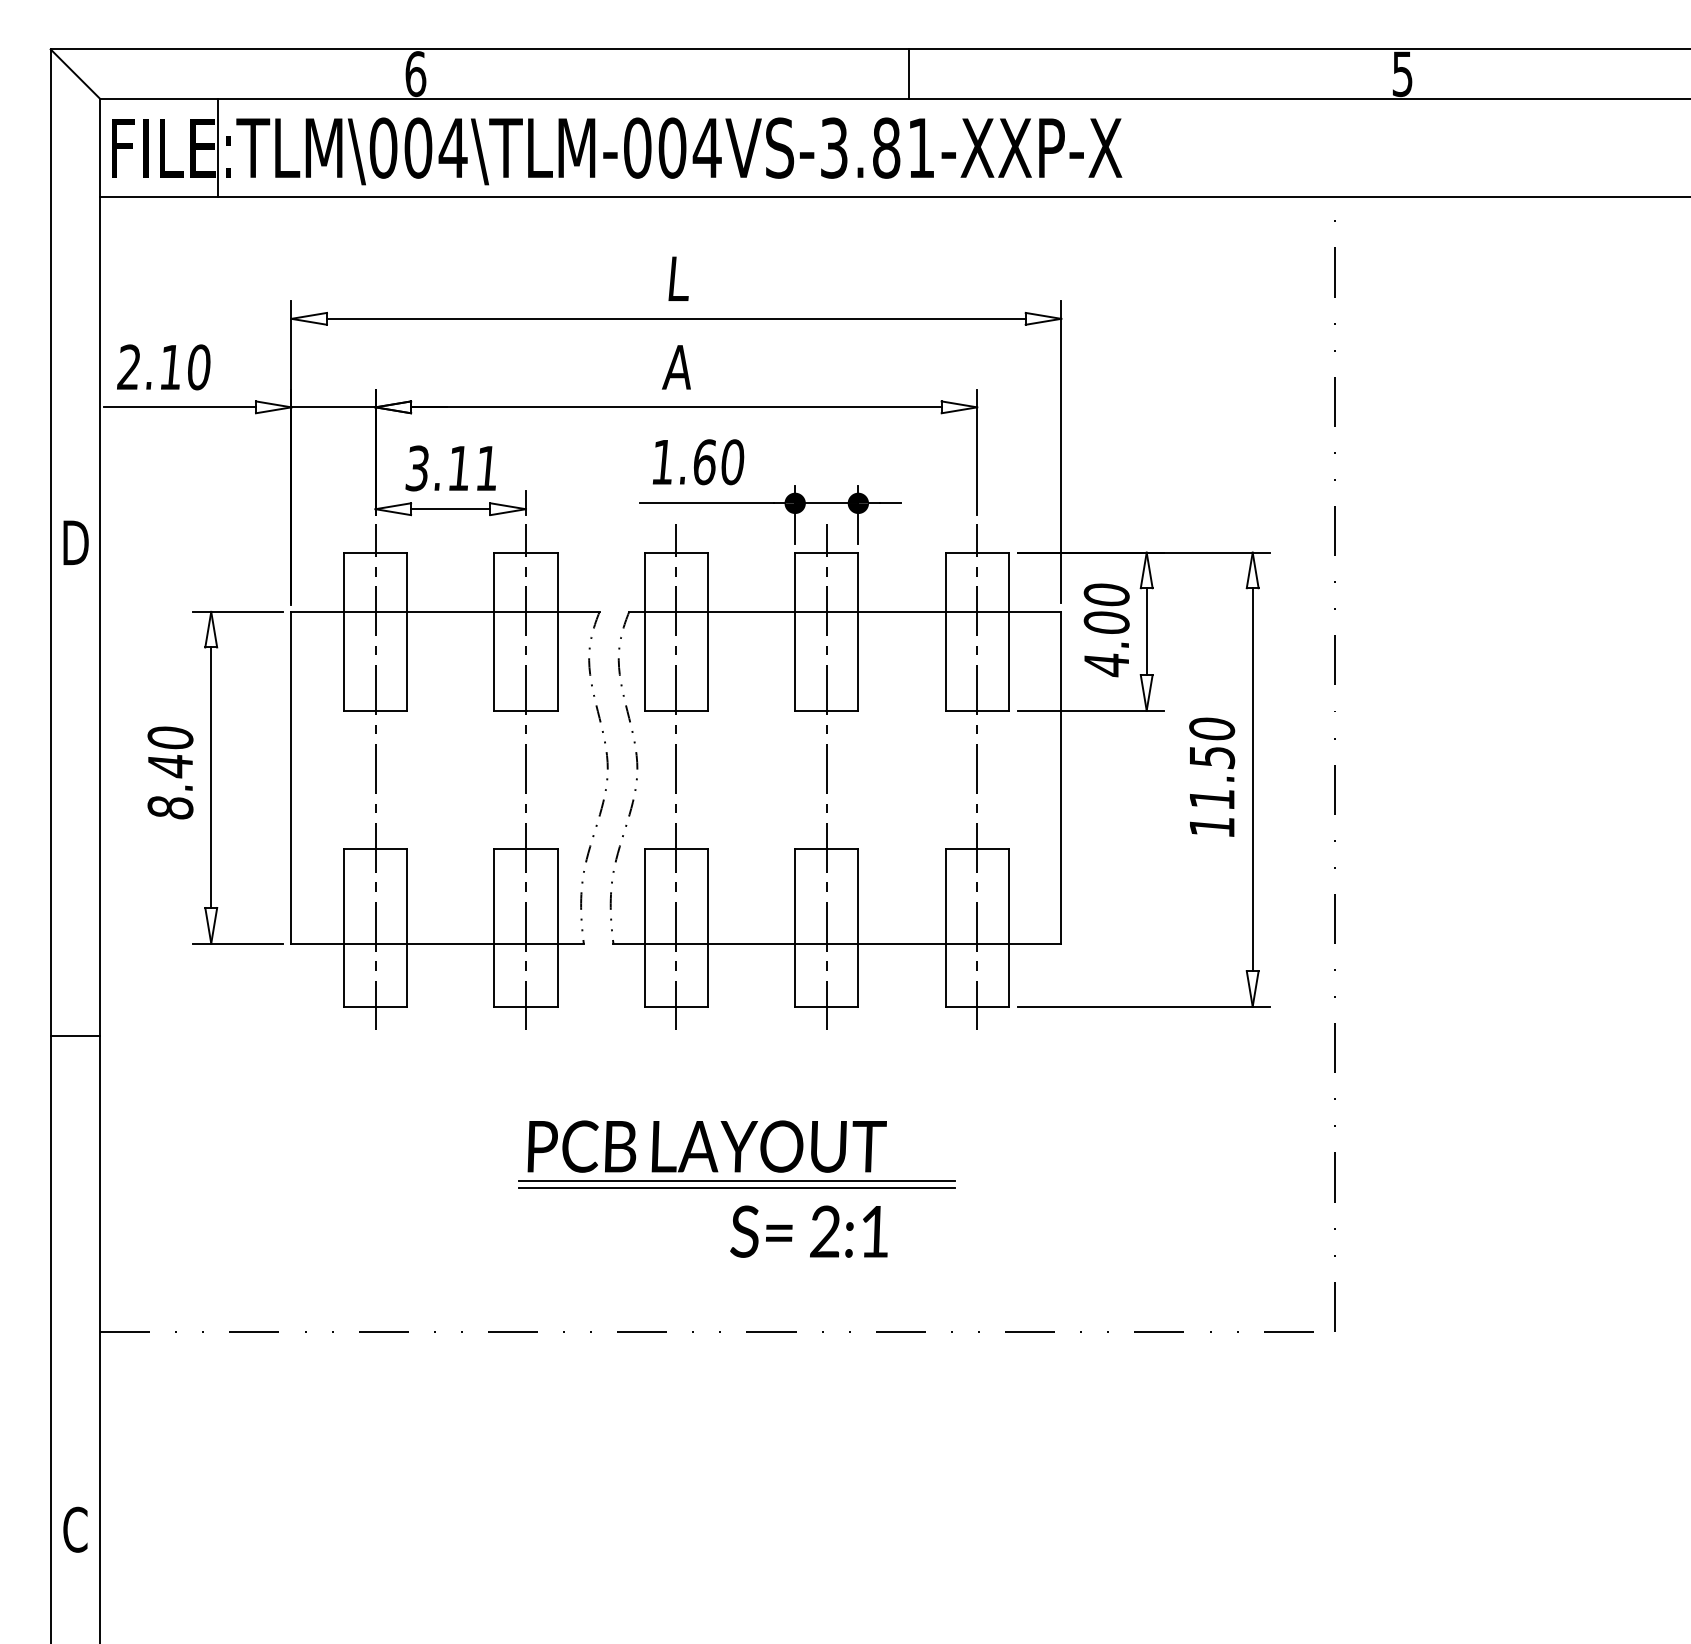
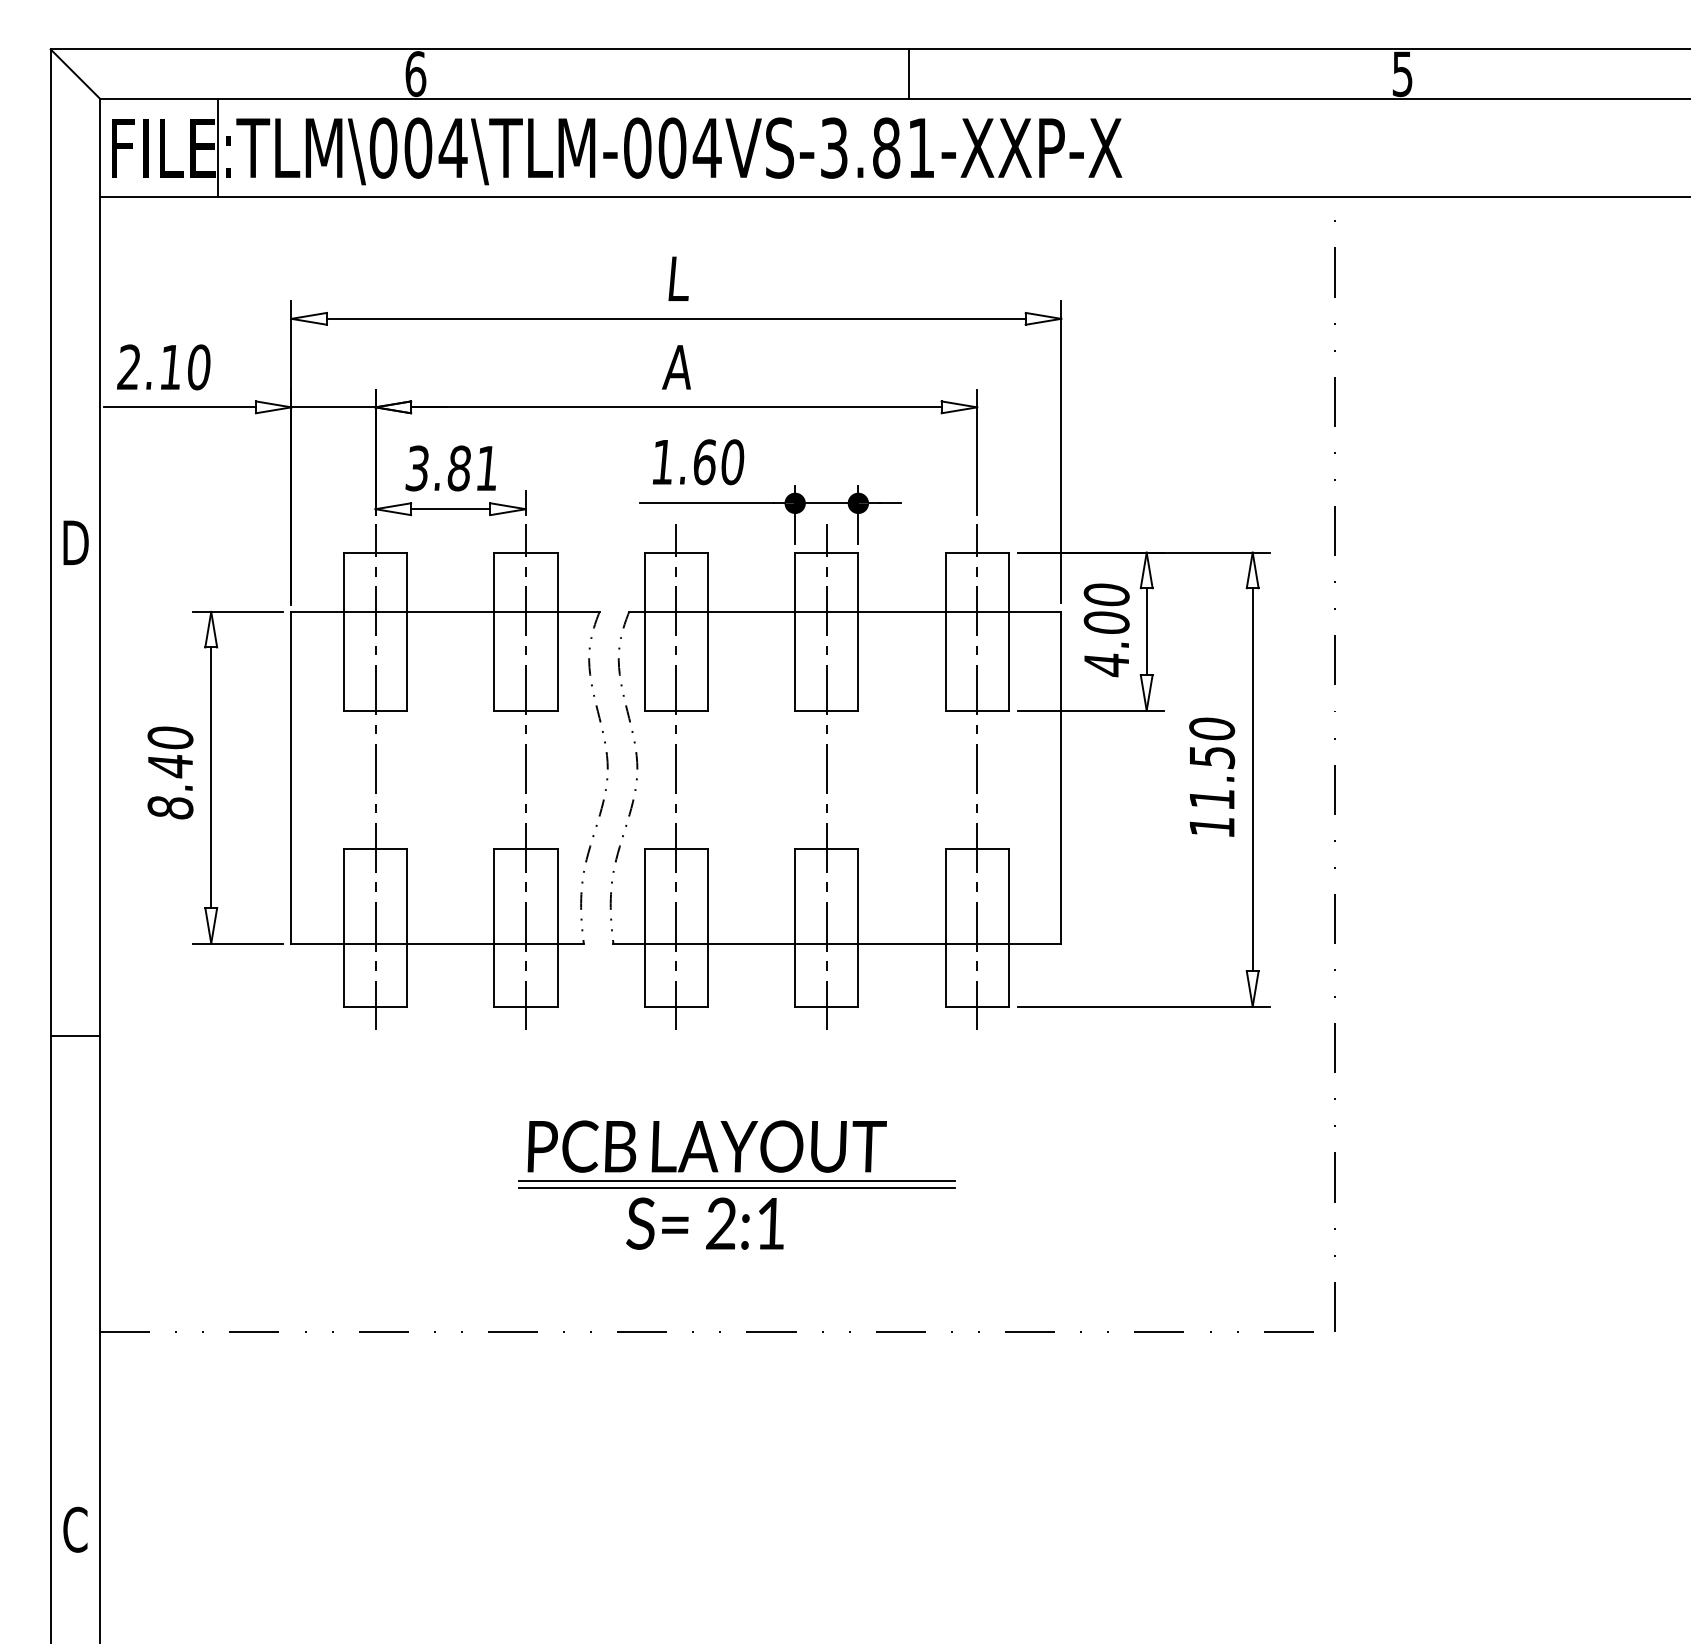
text at (458, 468): 3.11 -> 3.81
text at (808, 1231) position: (808, 1231) -> (704, 1223)
